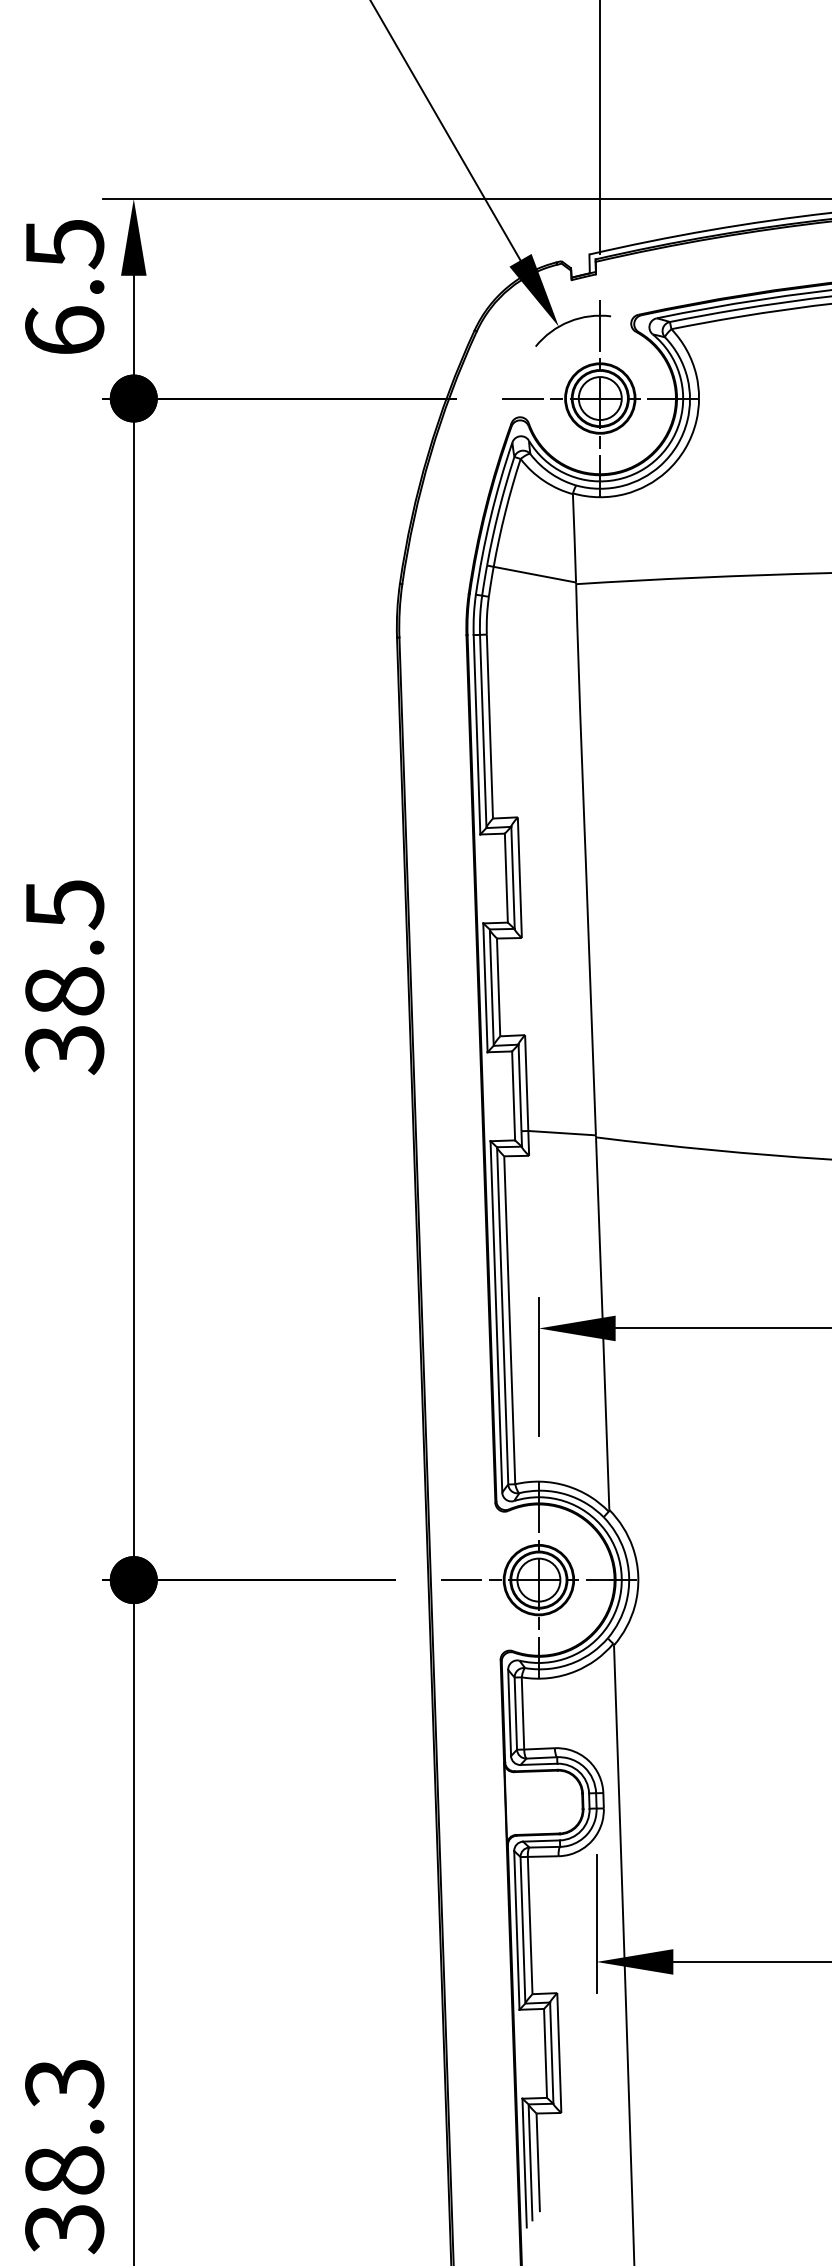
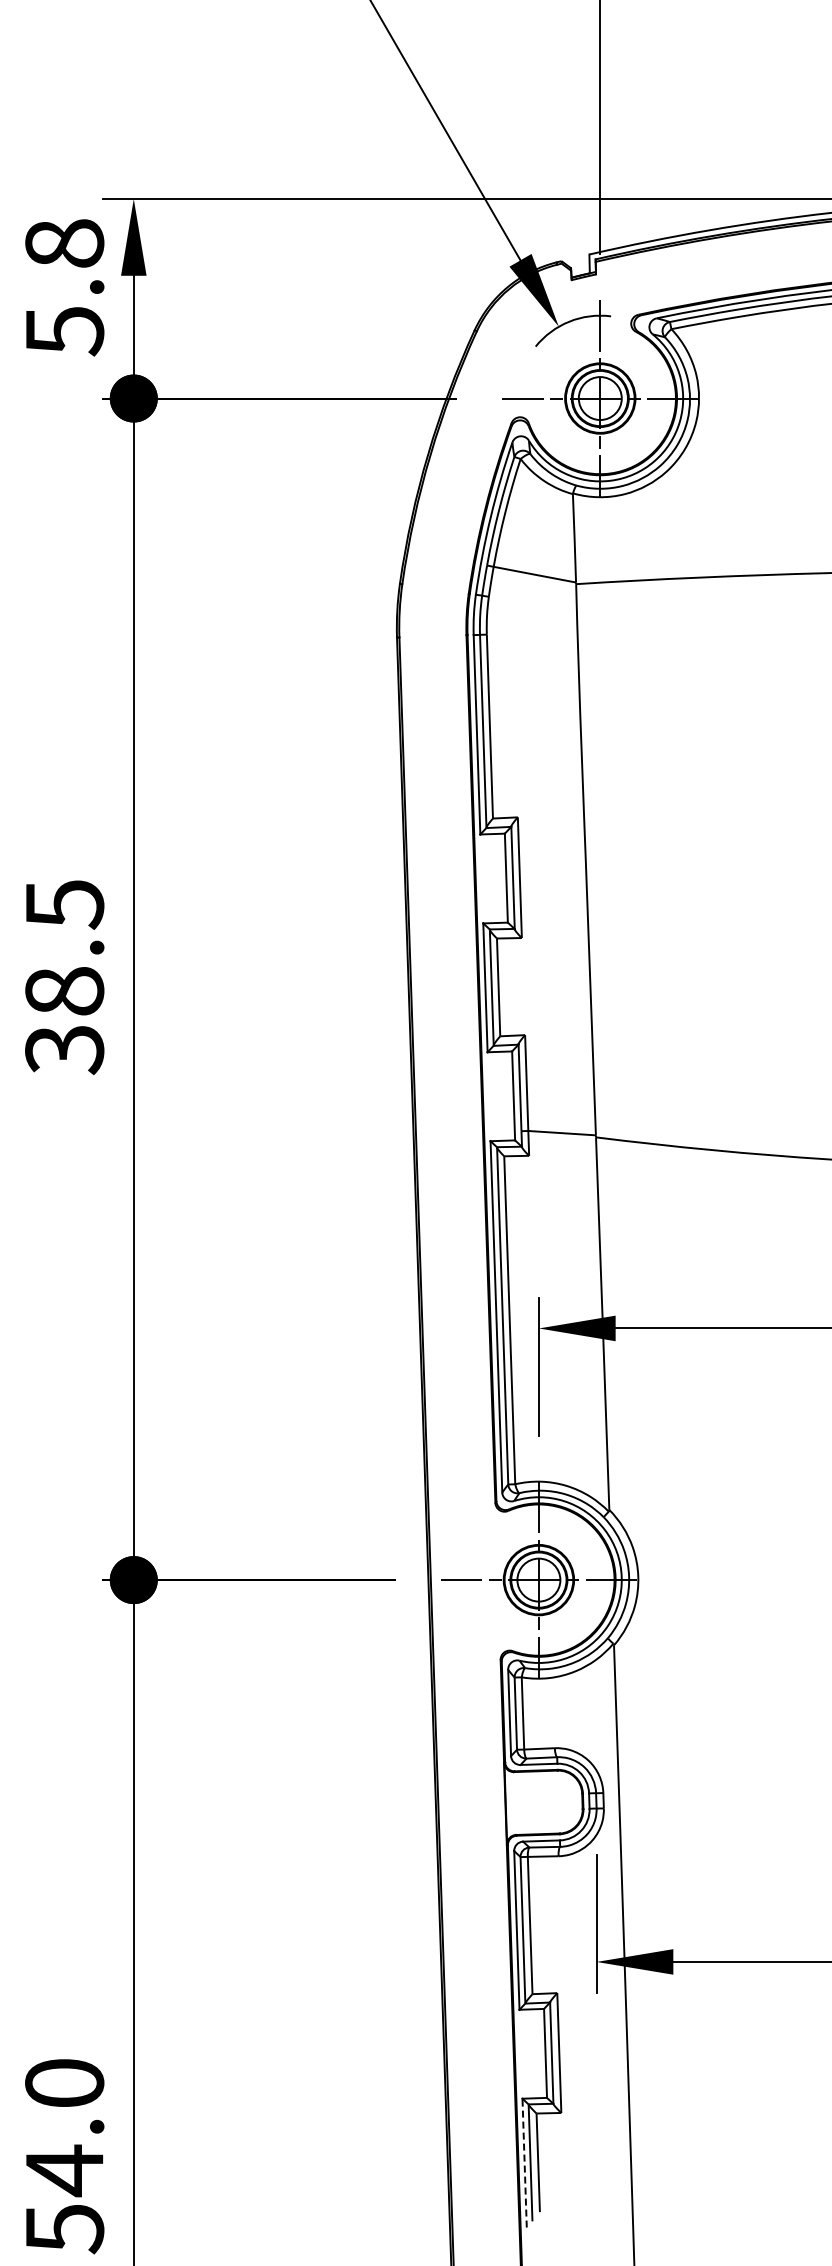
text at (64, 287): 6.5 -> 5.8
text at (64, 2156): 38.3 -> 54.0
line at (524, 2162): solid -> dashed
